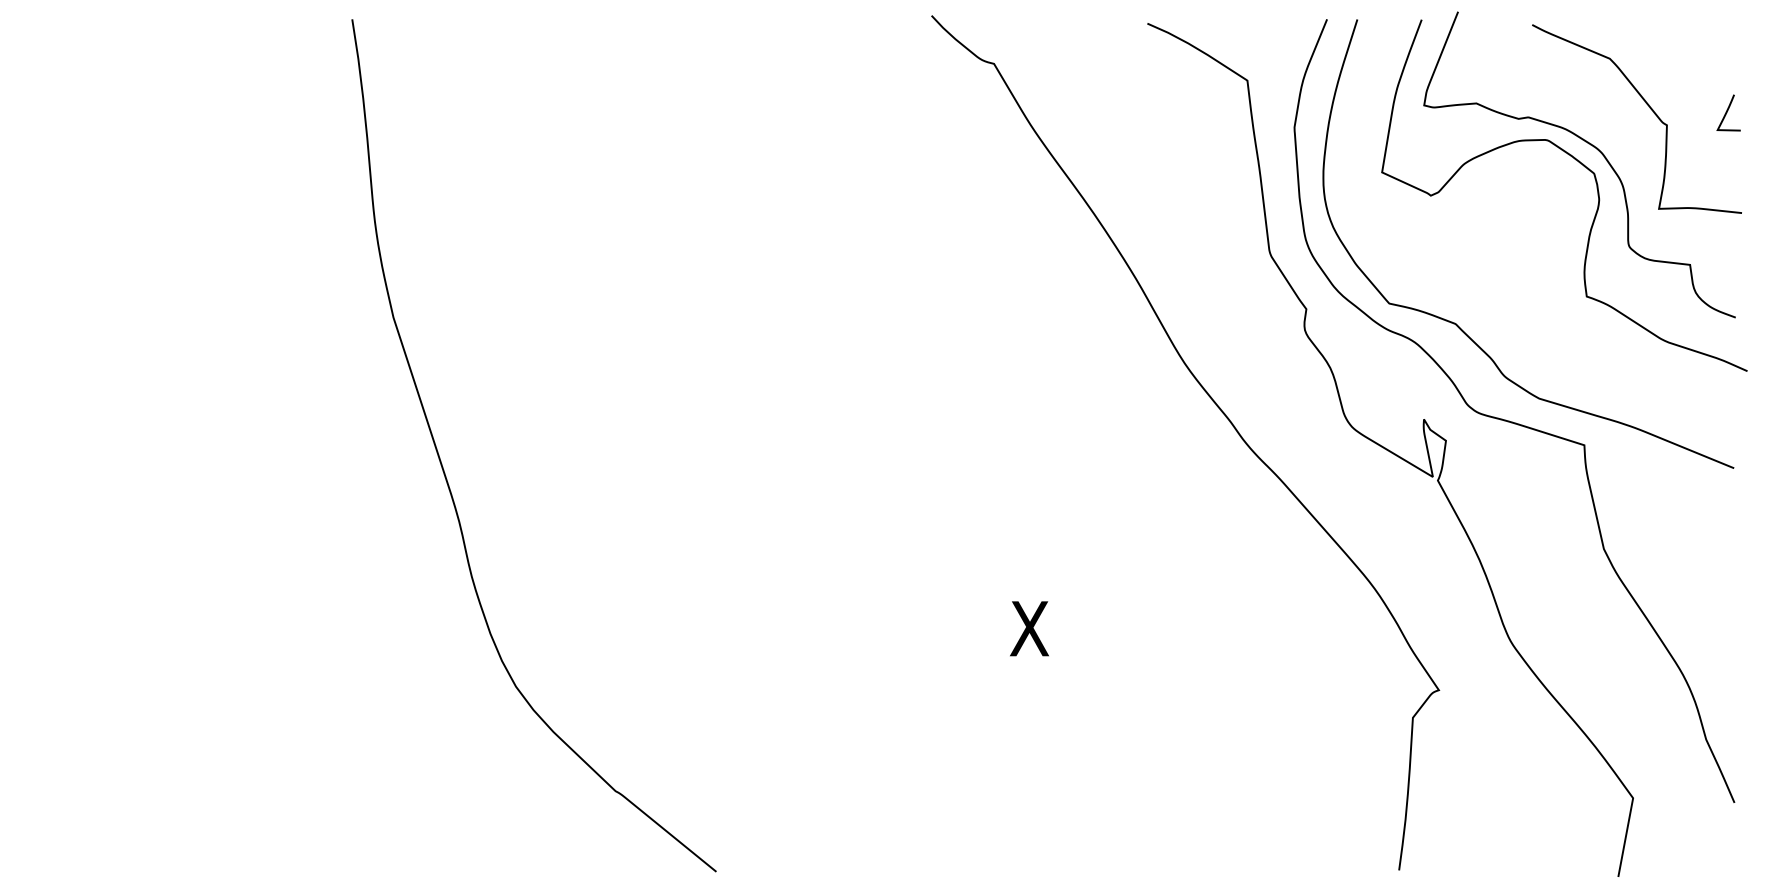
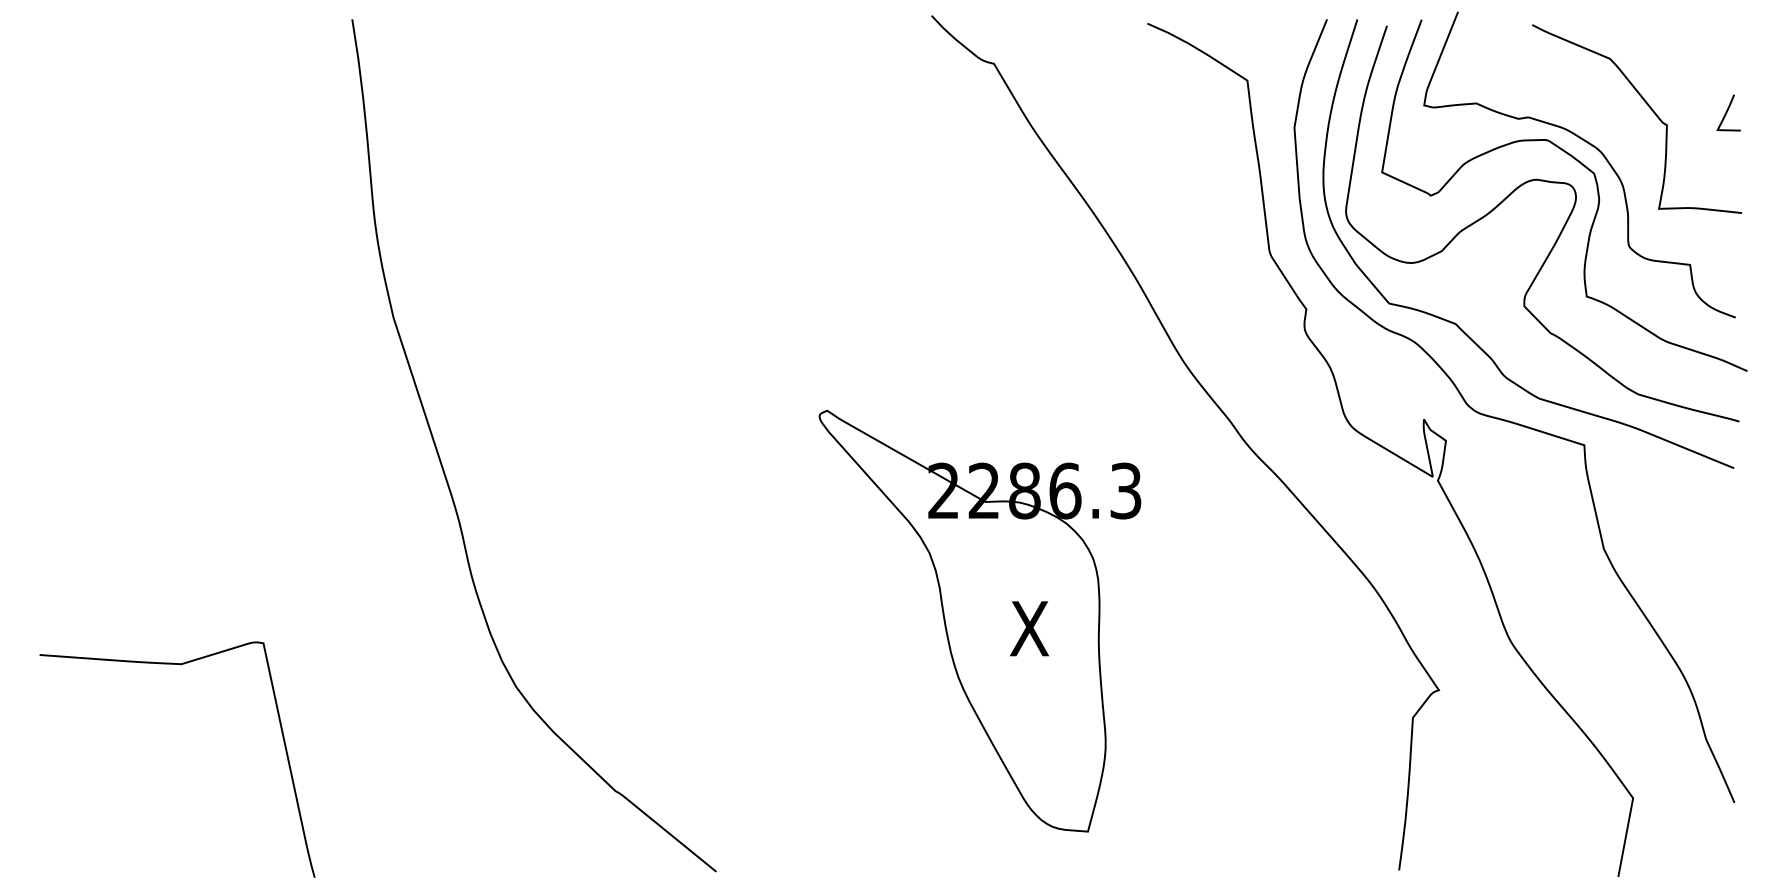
curve at (1560, 231): none -> present
part at (979, 620): none -> present
curve at (180, 665): none -> present
